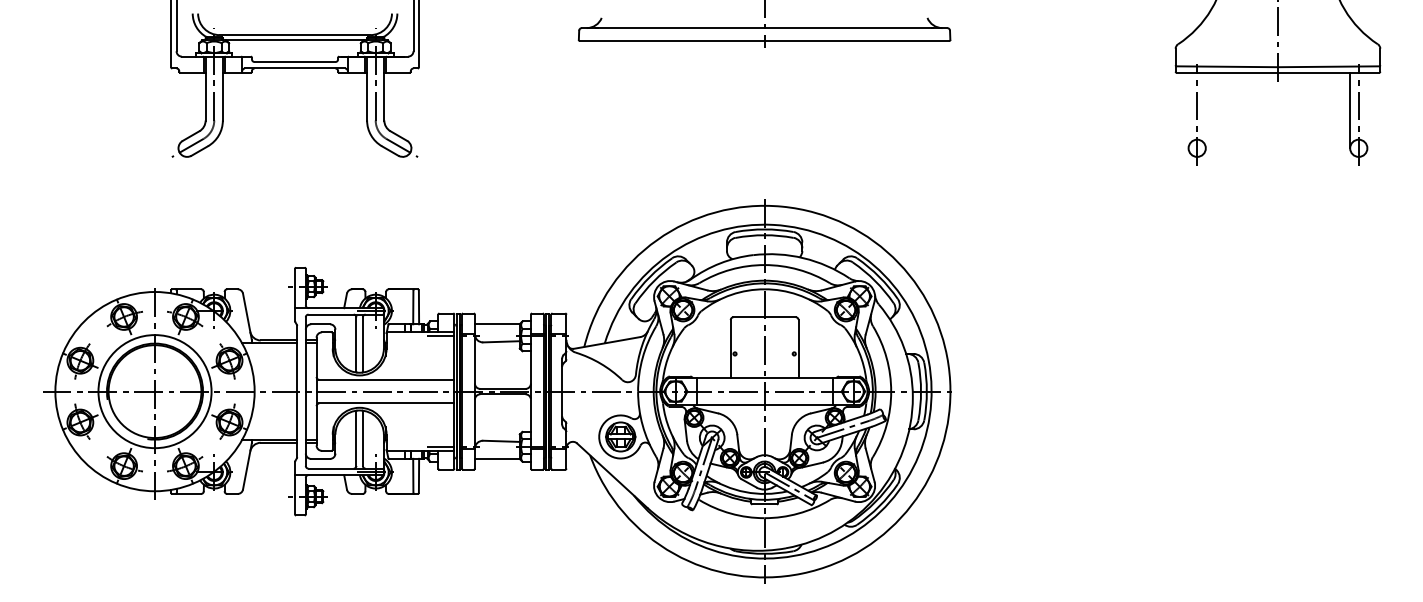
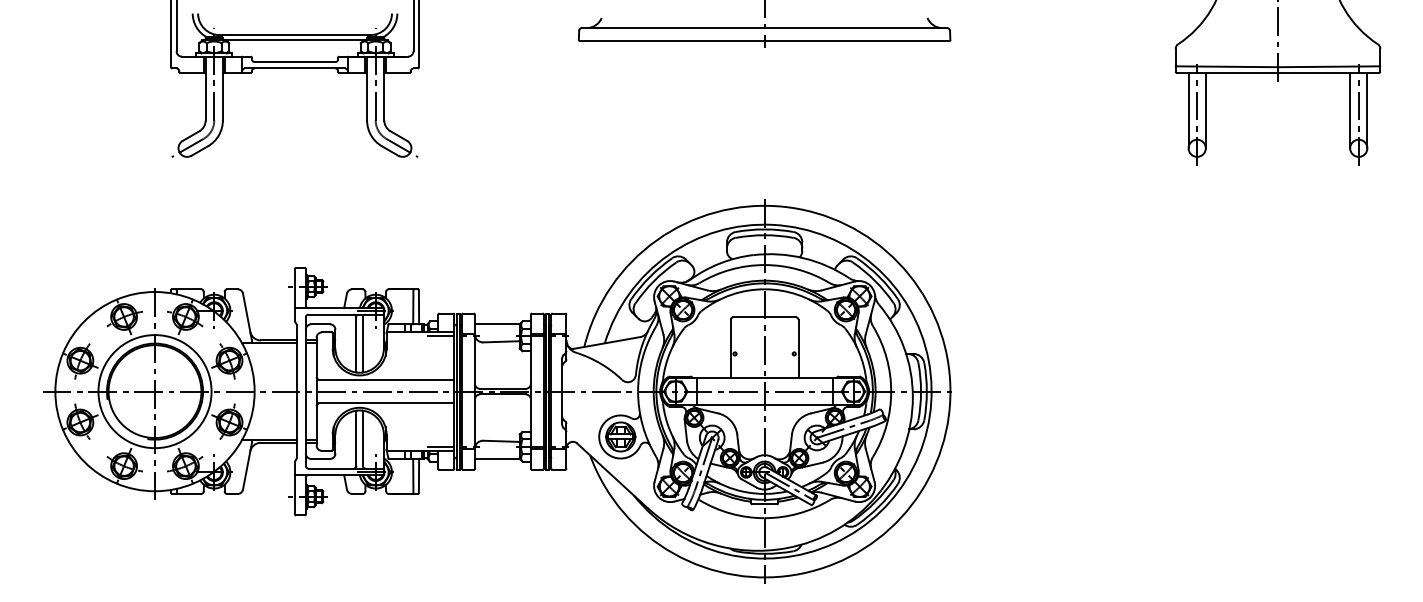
line at (1188, 110): none -> present
line at (1205, 110): none -> present
line at (1367, 110): none -> present
